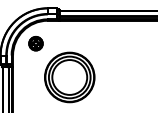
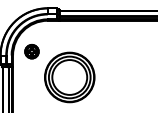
part at (35, 43) position: (35, 43) -> (31, 51)
